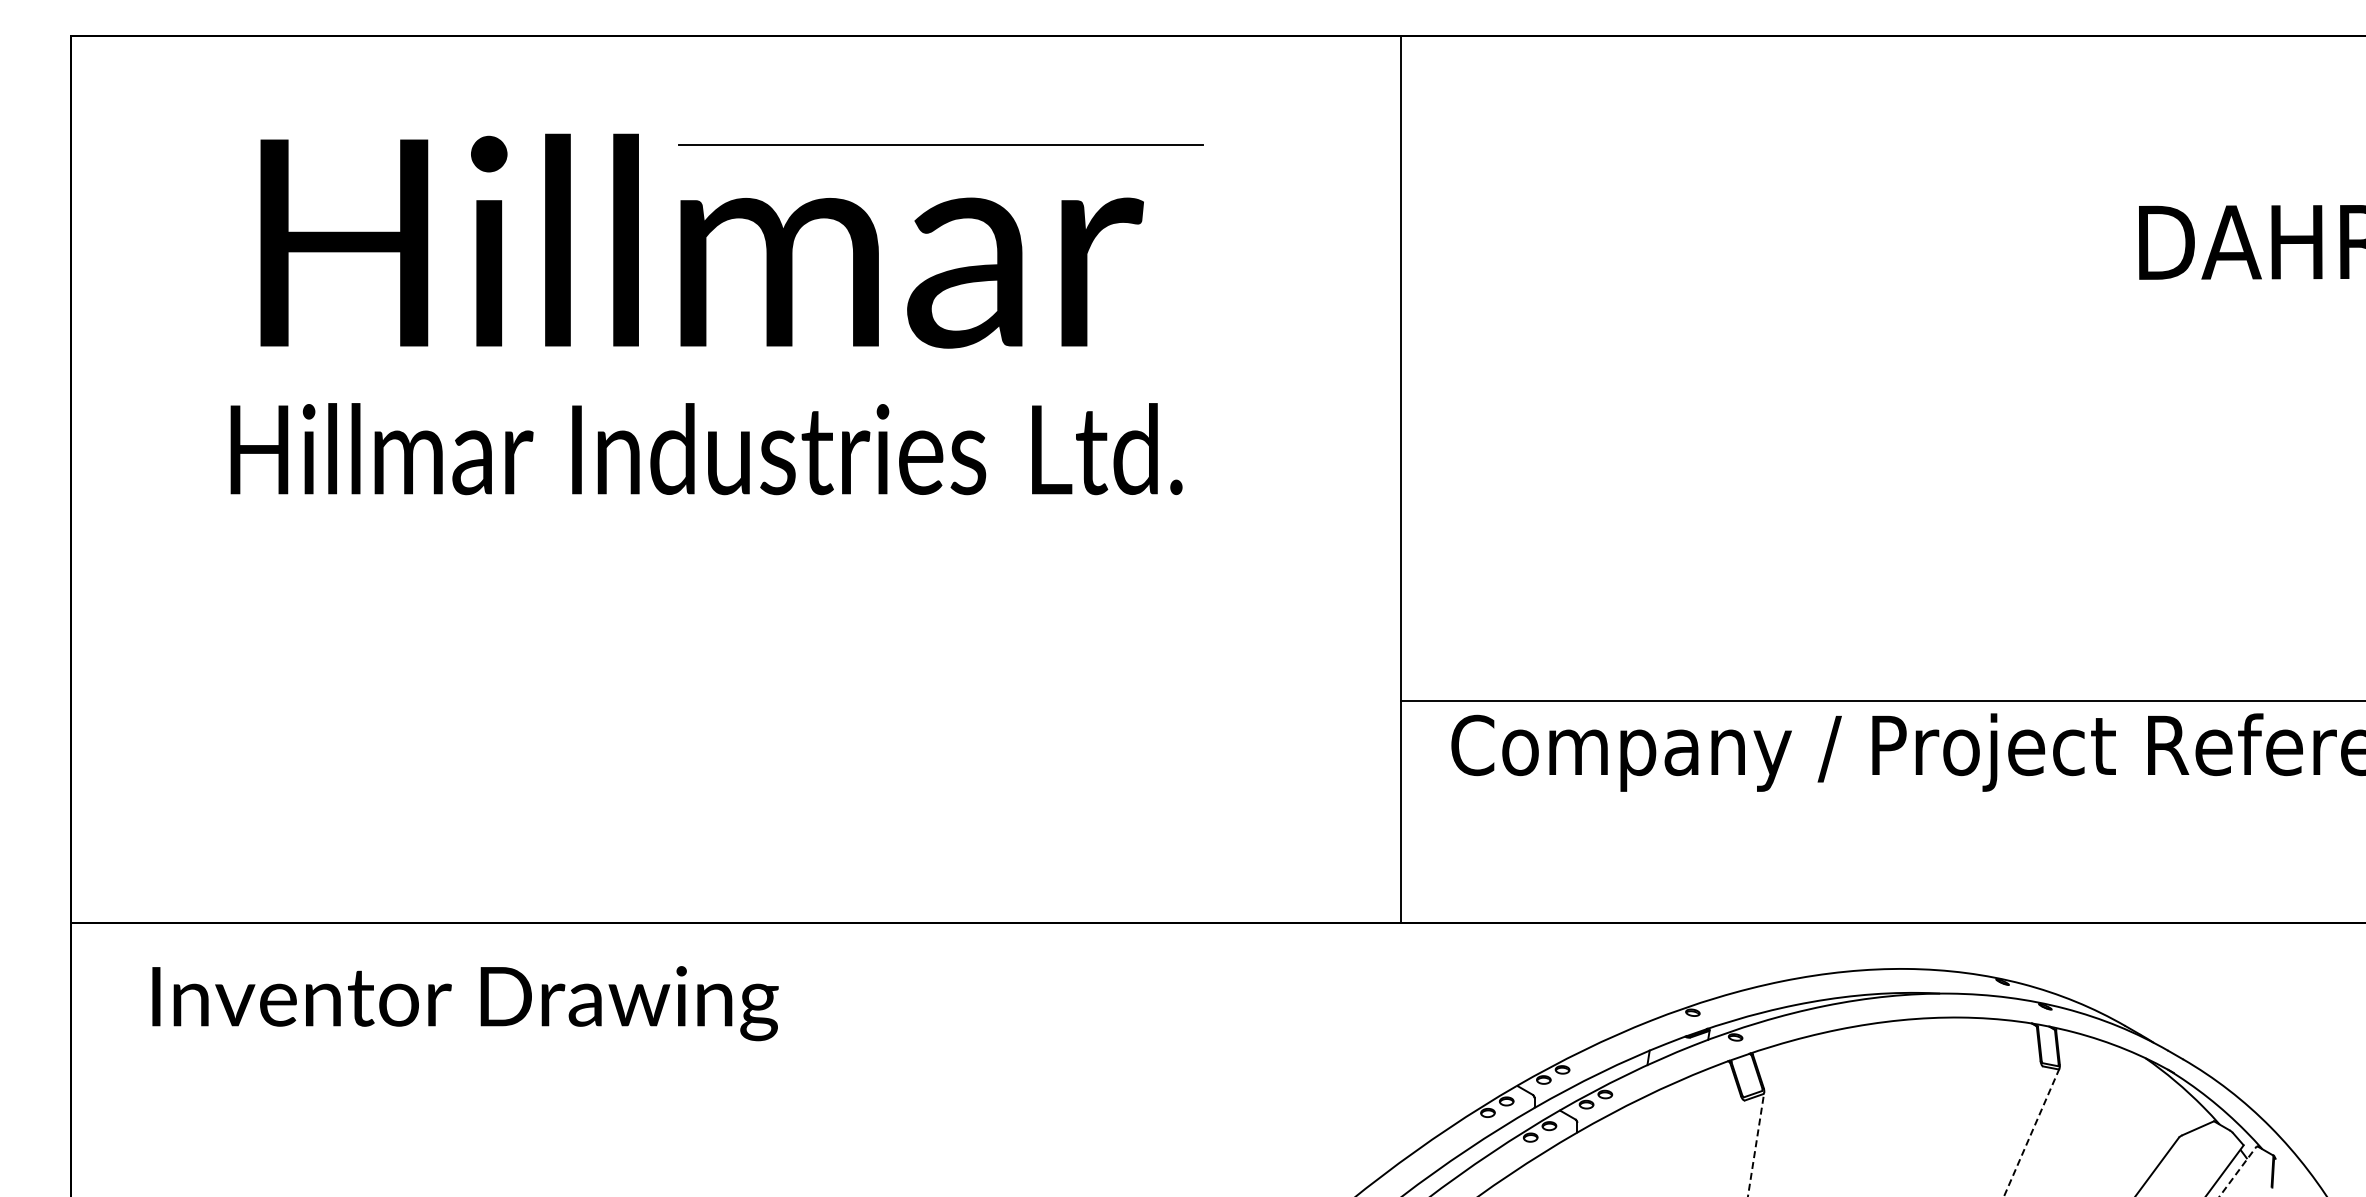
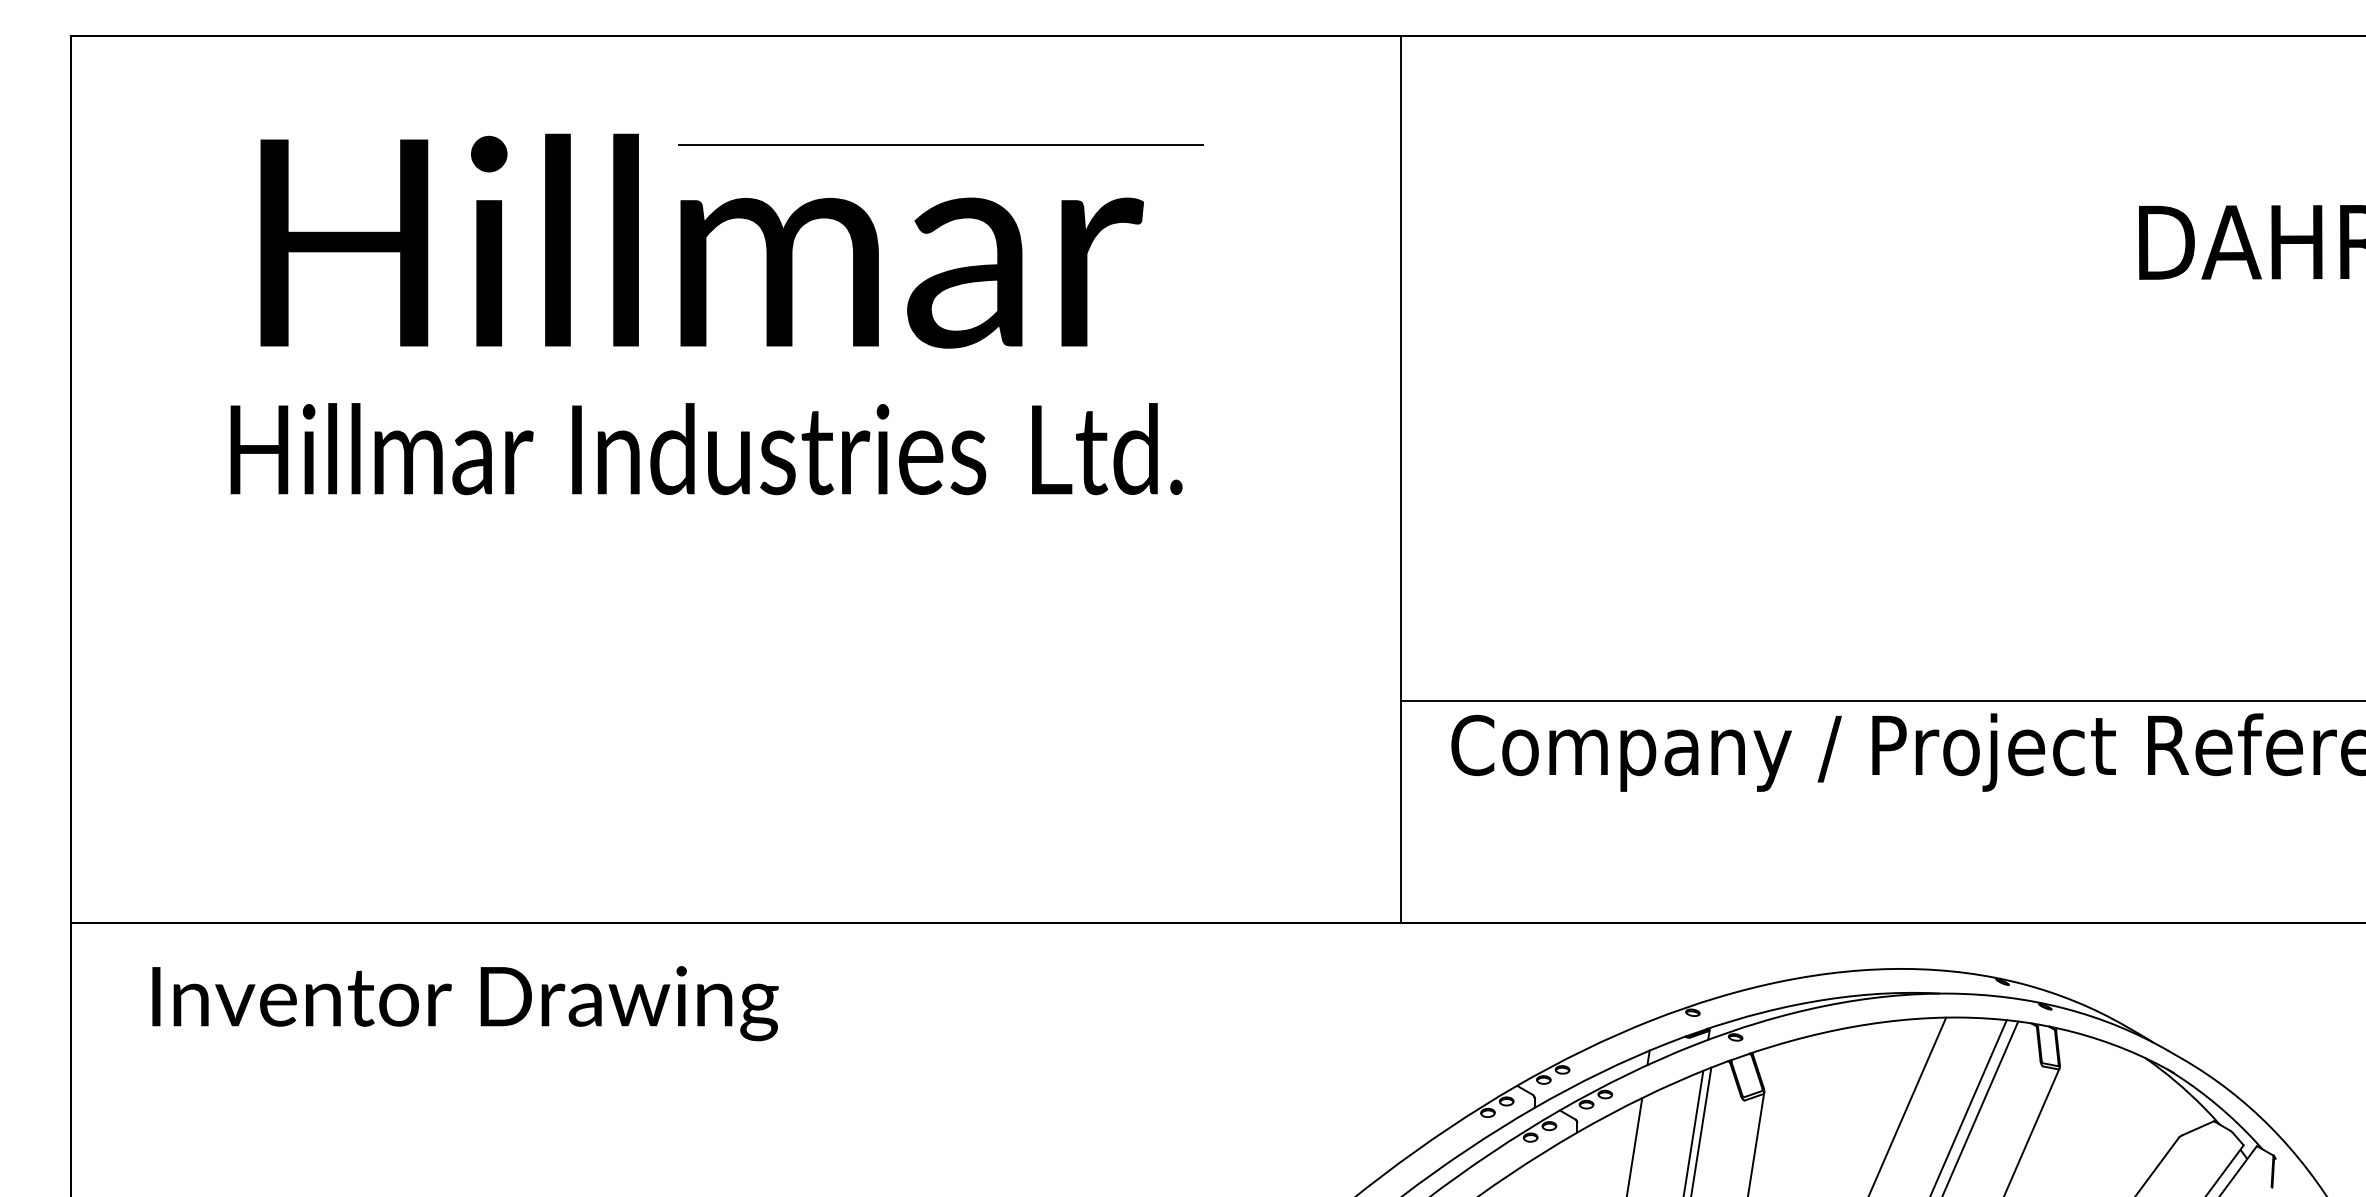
line at (1907, 1105): none -> present
line at (1968, 1106): none -> present
line at (1980, 1107): none -> present
line at (1701, 1130): none -> present
line at (1693, 1131): none -> present
line at (2032, 1131): dashed -> solid
line at (1756, 1144): dashed -> solid
line at (1634, 1145): none -> present
line at (2238, 1171): dashed -> solid
